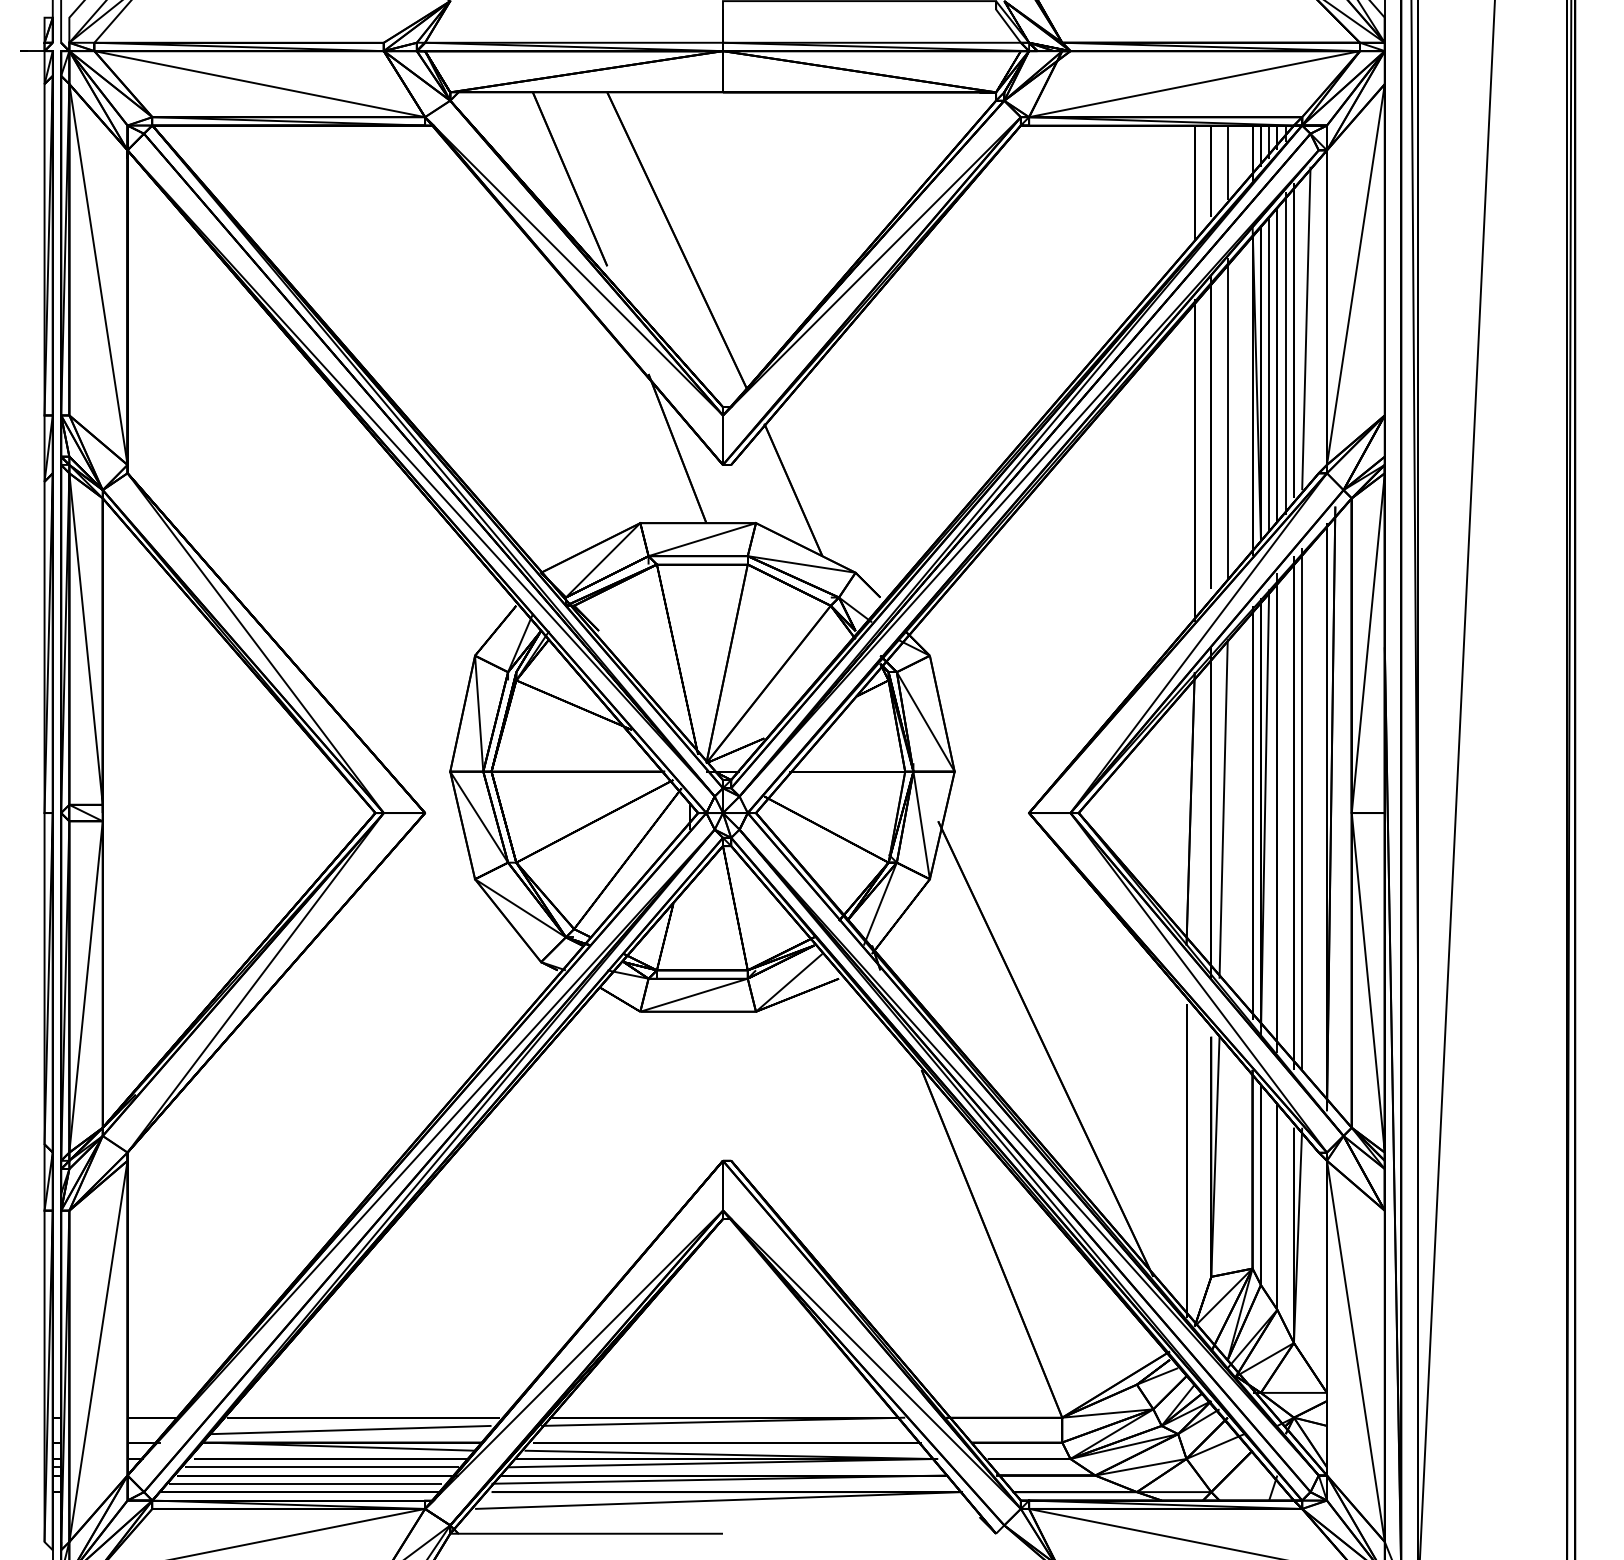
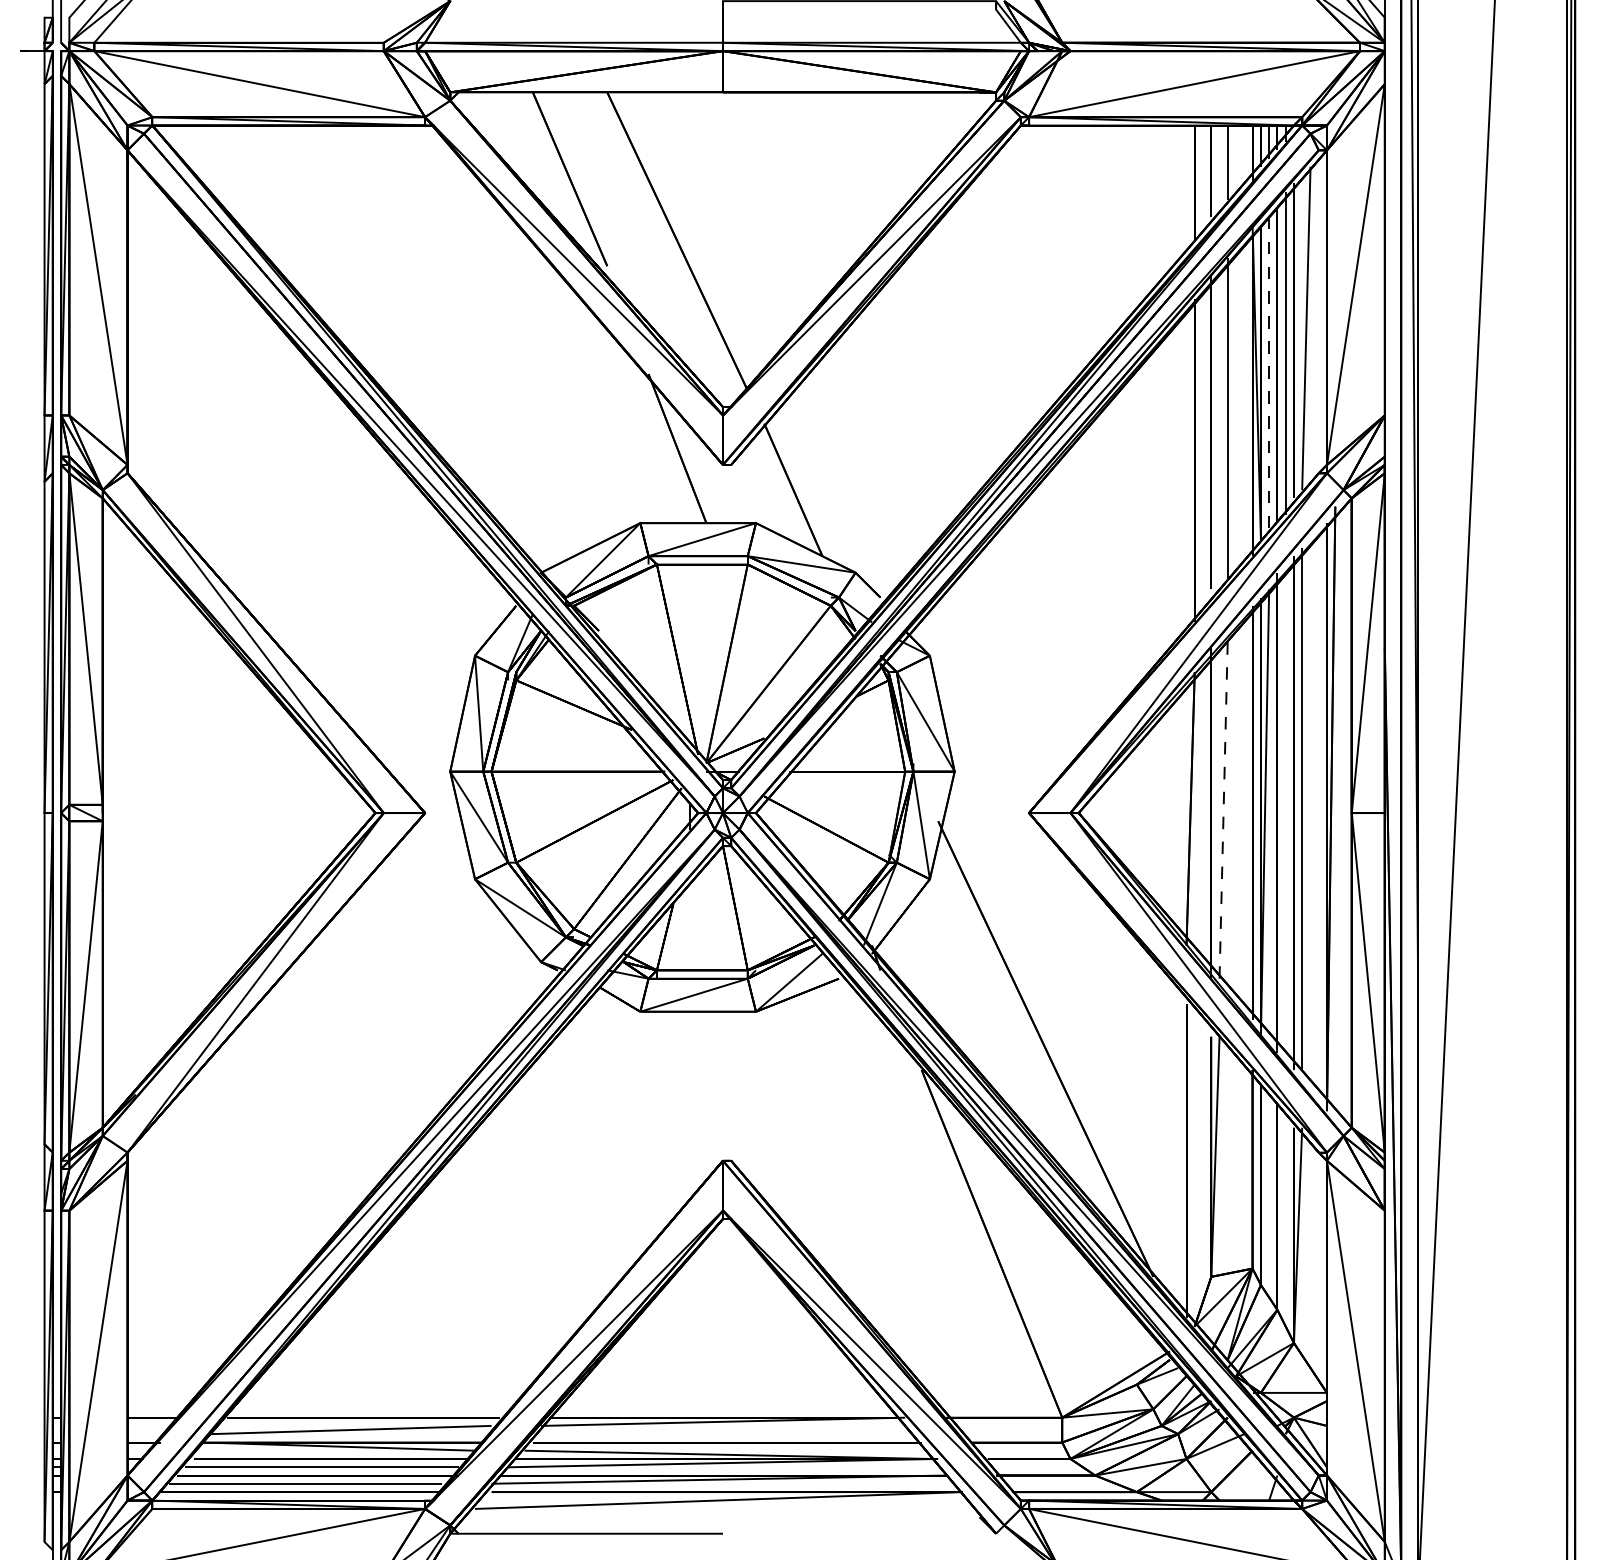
line at (1269, 374): solid -> dashed
line at (1223, 808): solid -> dashed
